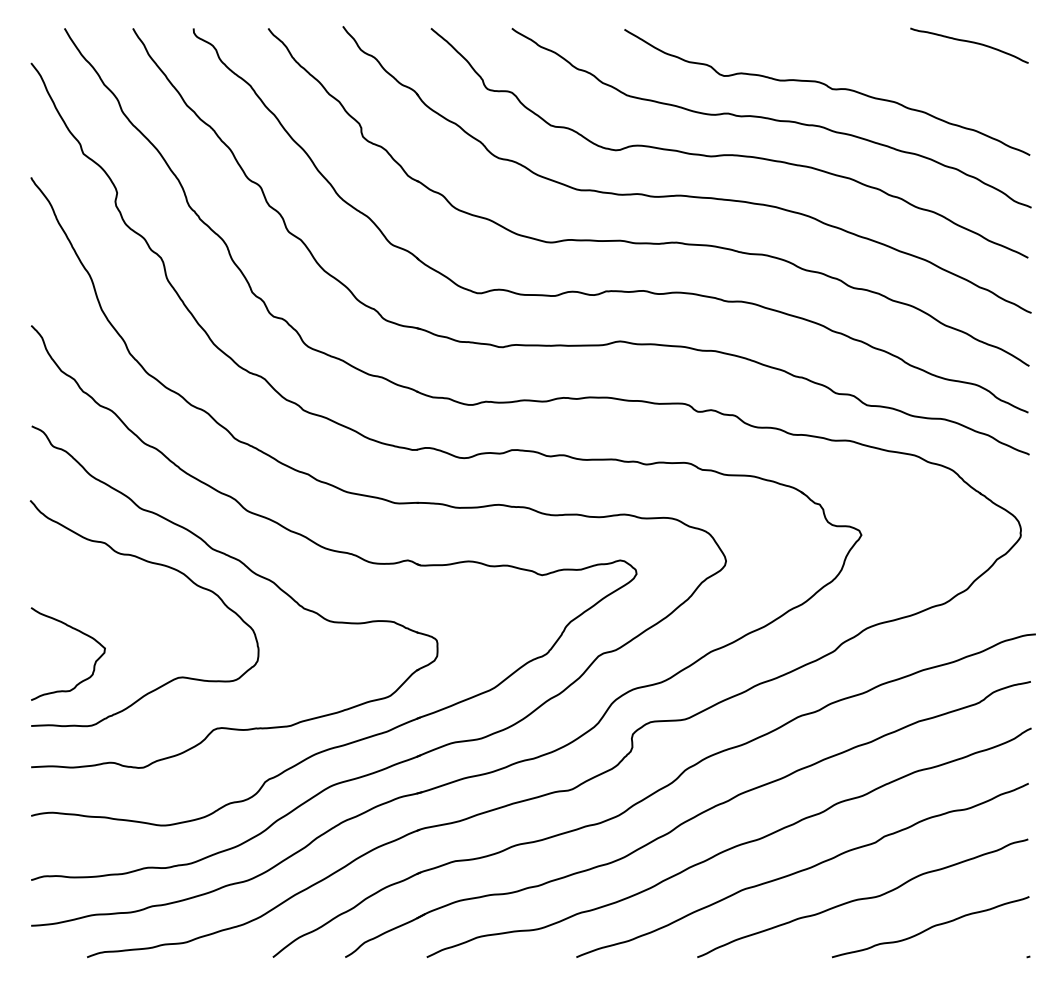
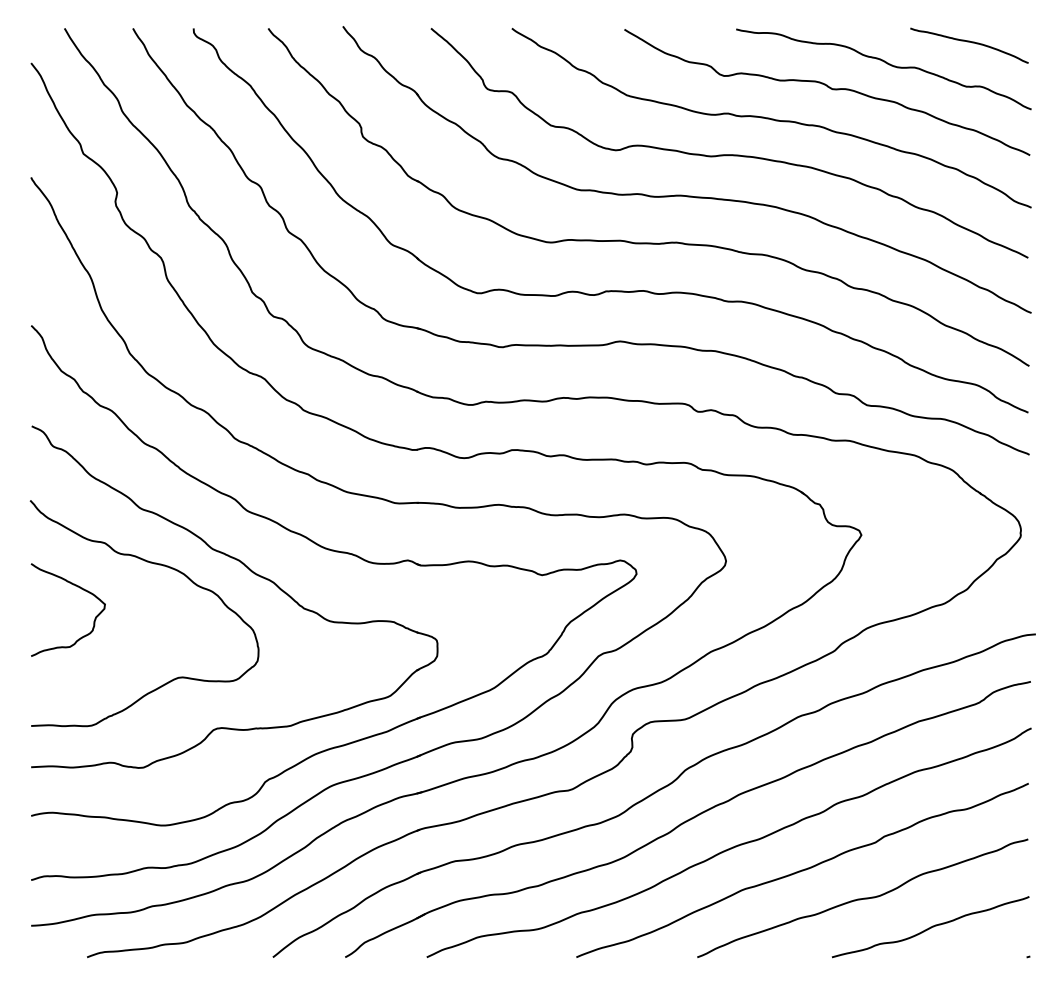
curve at (885, 63): none -> present
curve at (77, 631) position: (77, 631) -> (77, 587)
